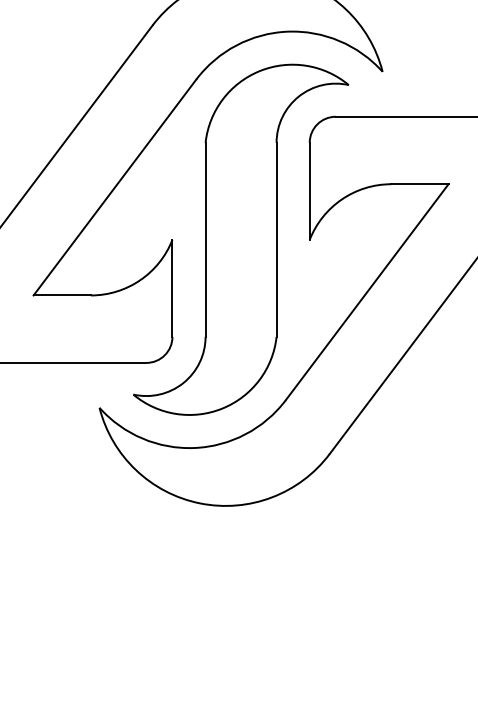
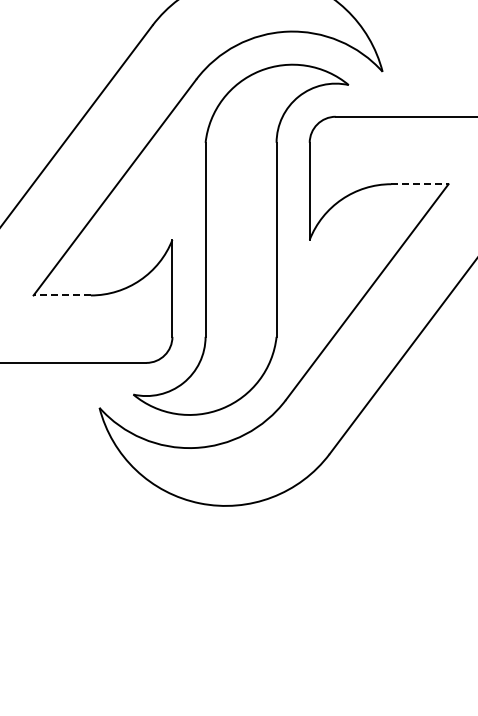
line at (419, 184): solid -> dashed
line at (62, 295): solid -> dashed
